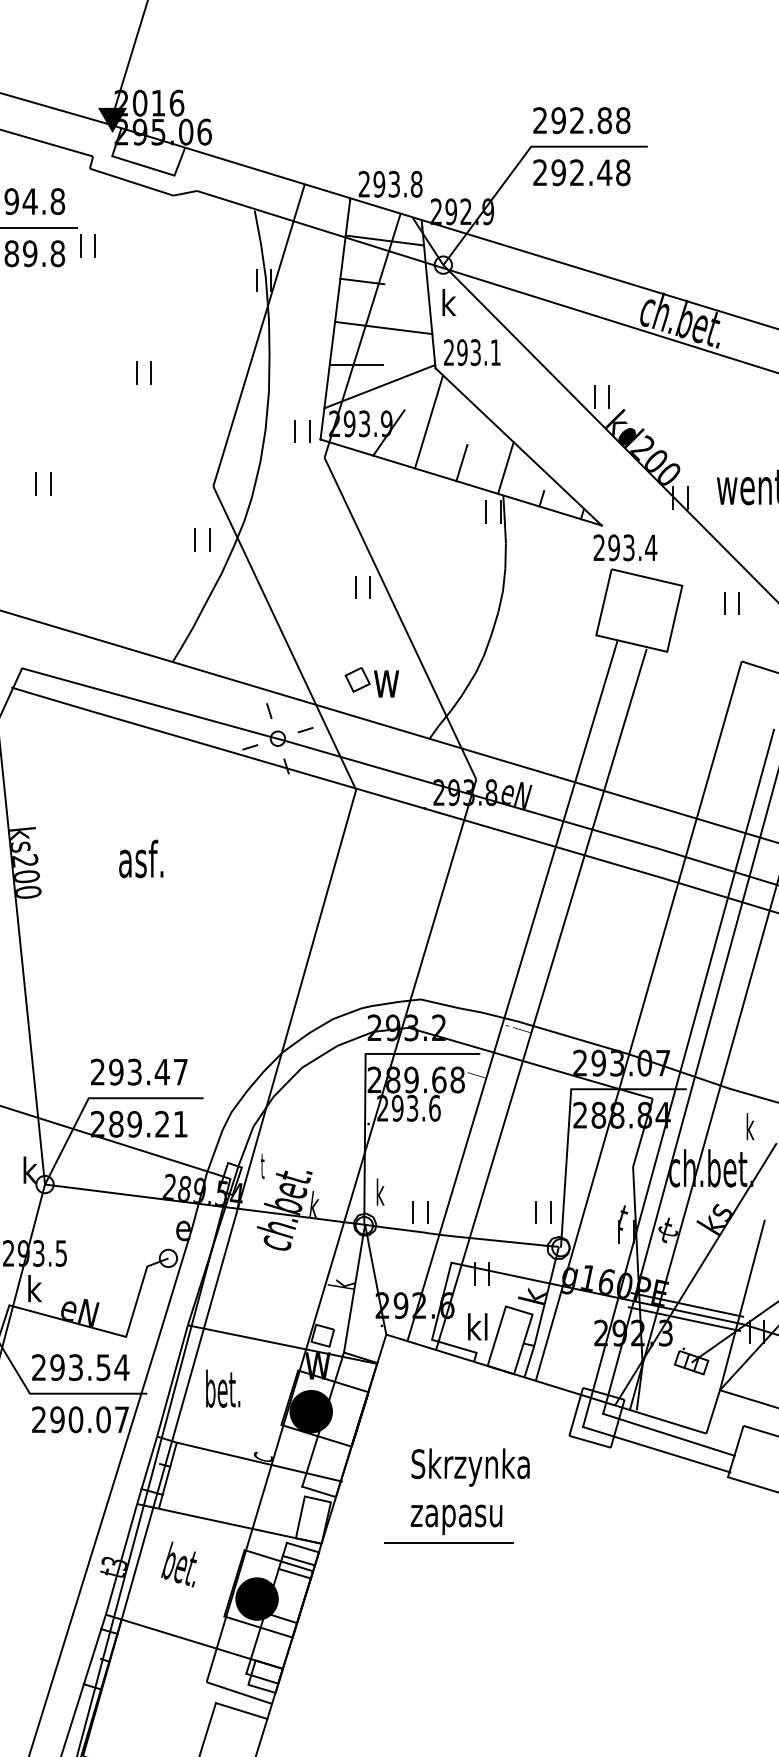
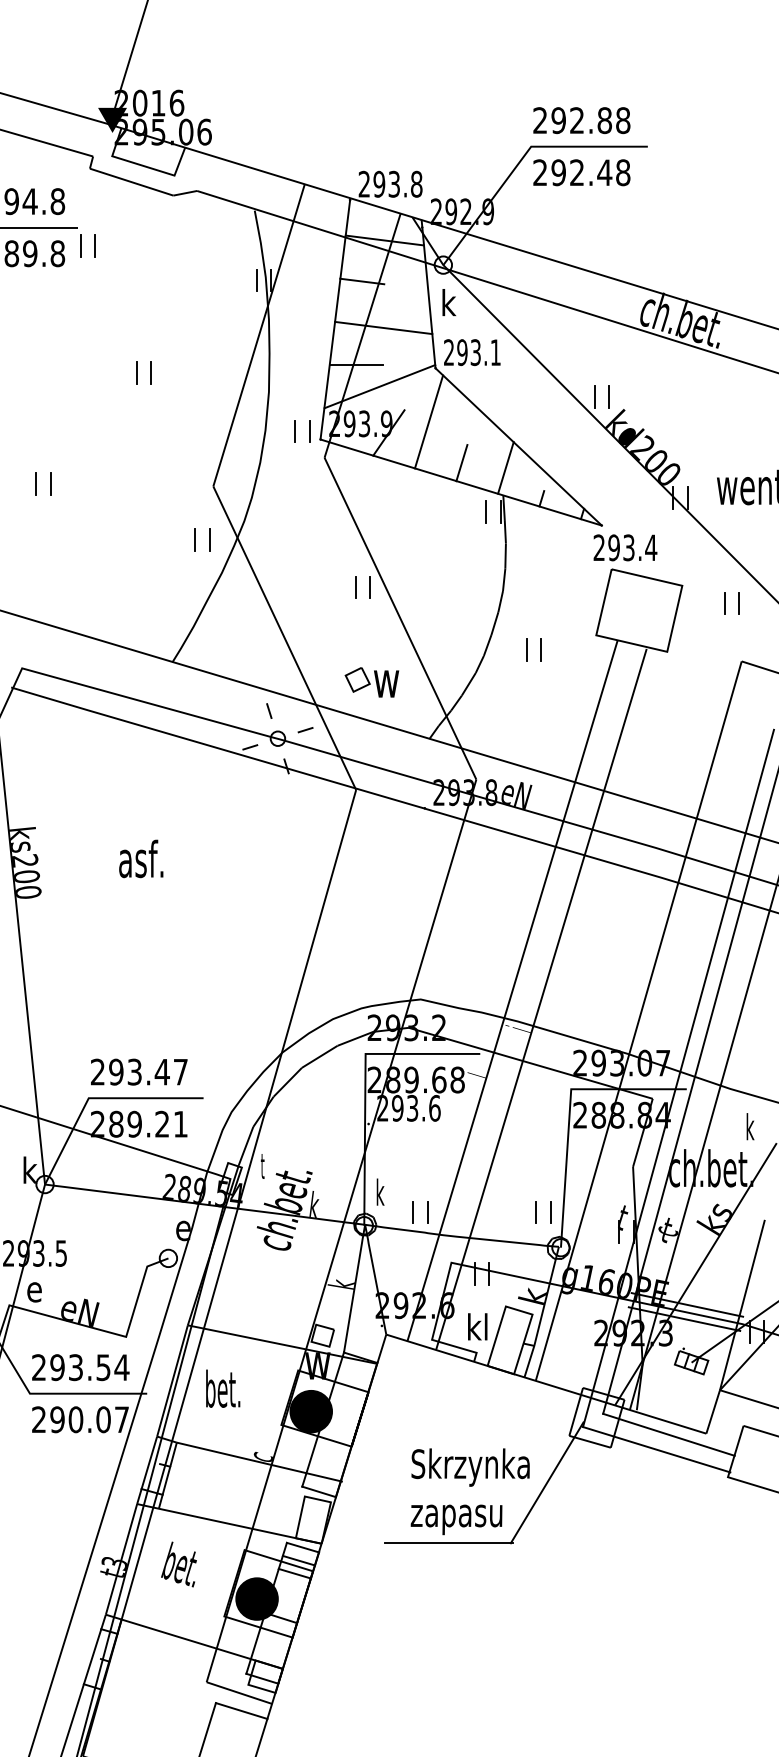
part at (533, 649): none -> present
text at (34, 1288): k -> e
line at (546, 1482): none -> present
